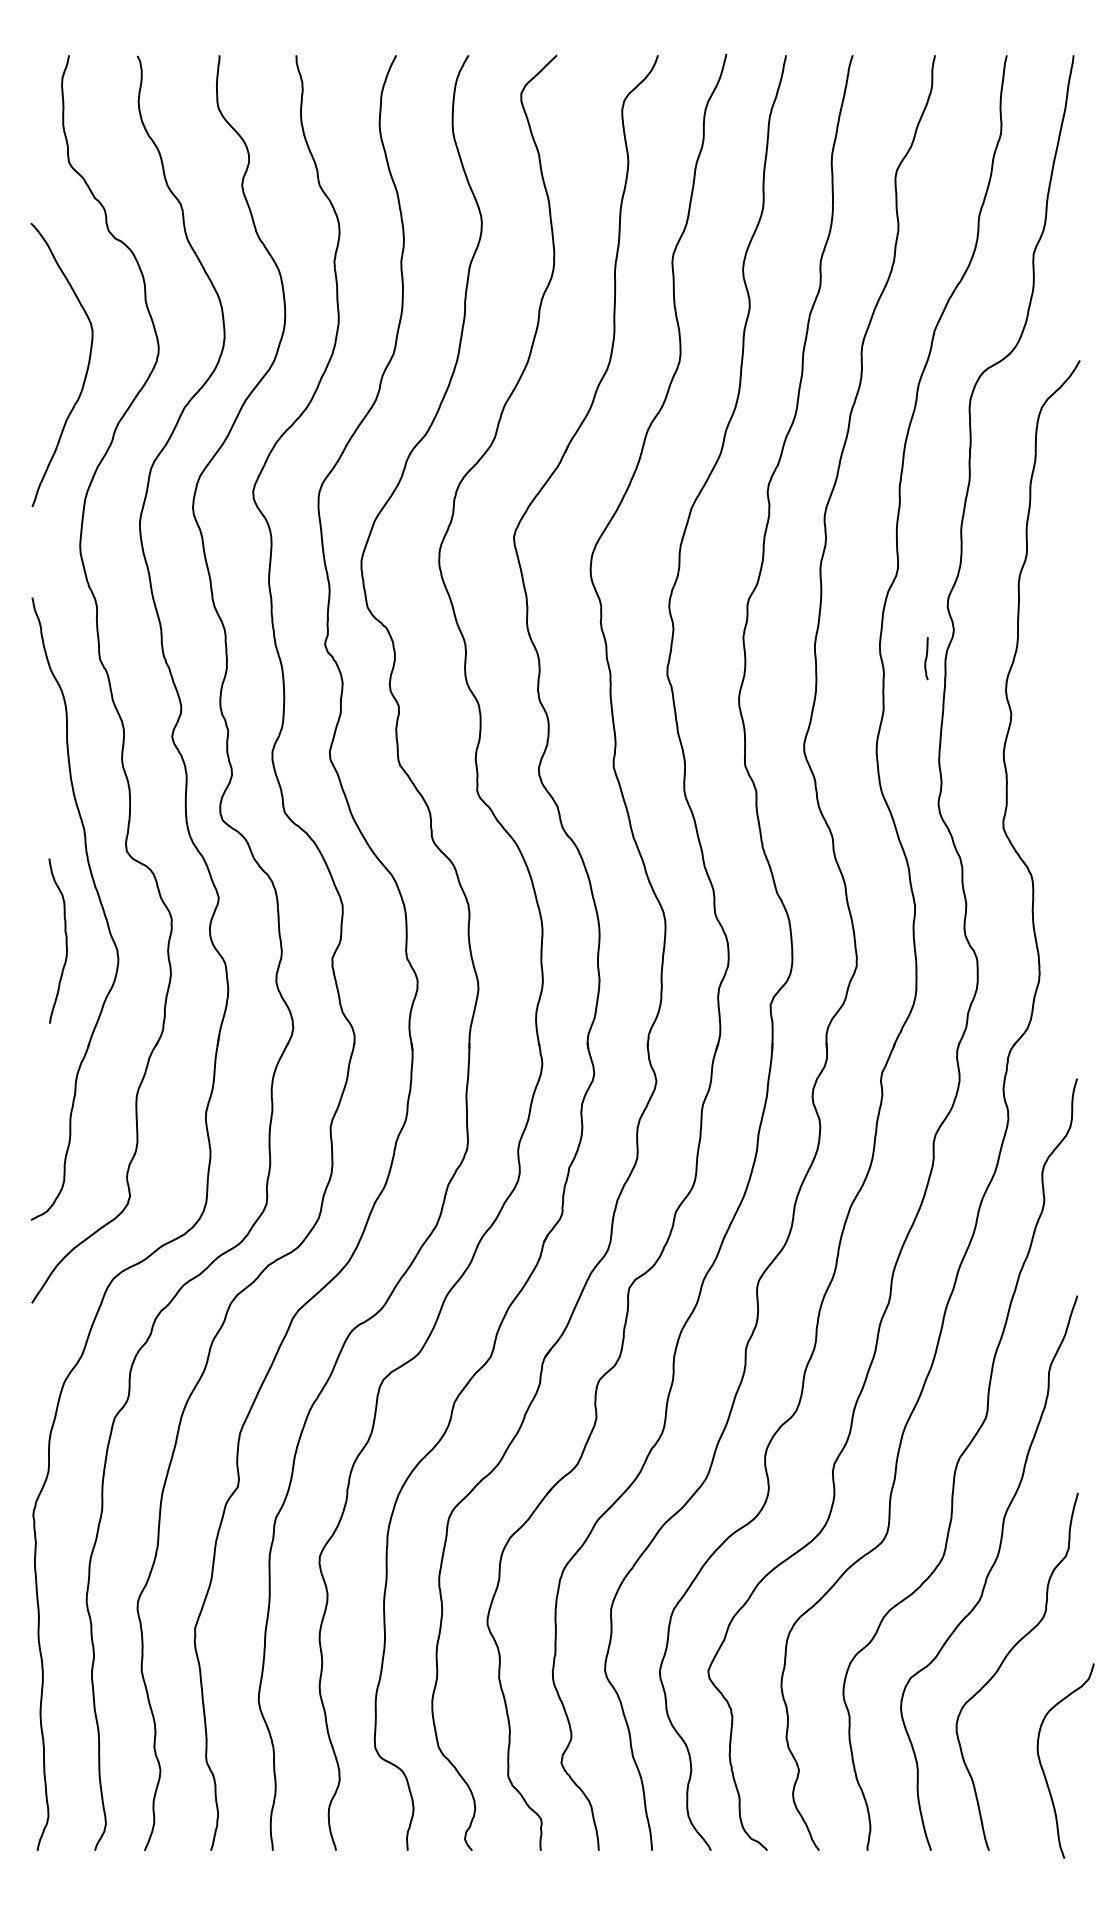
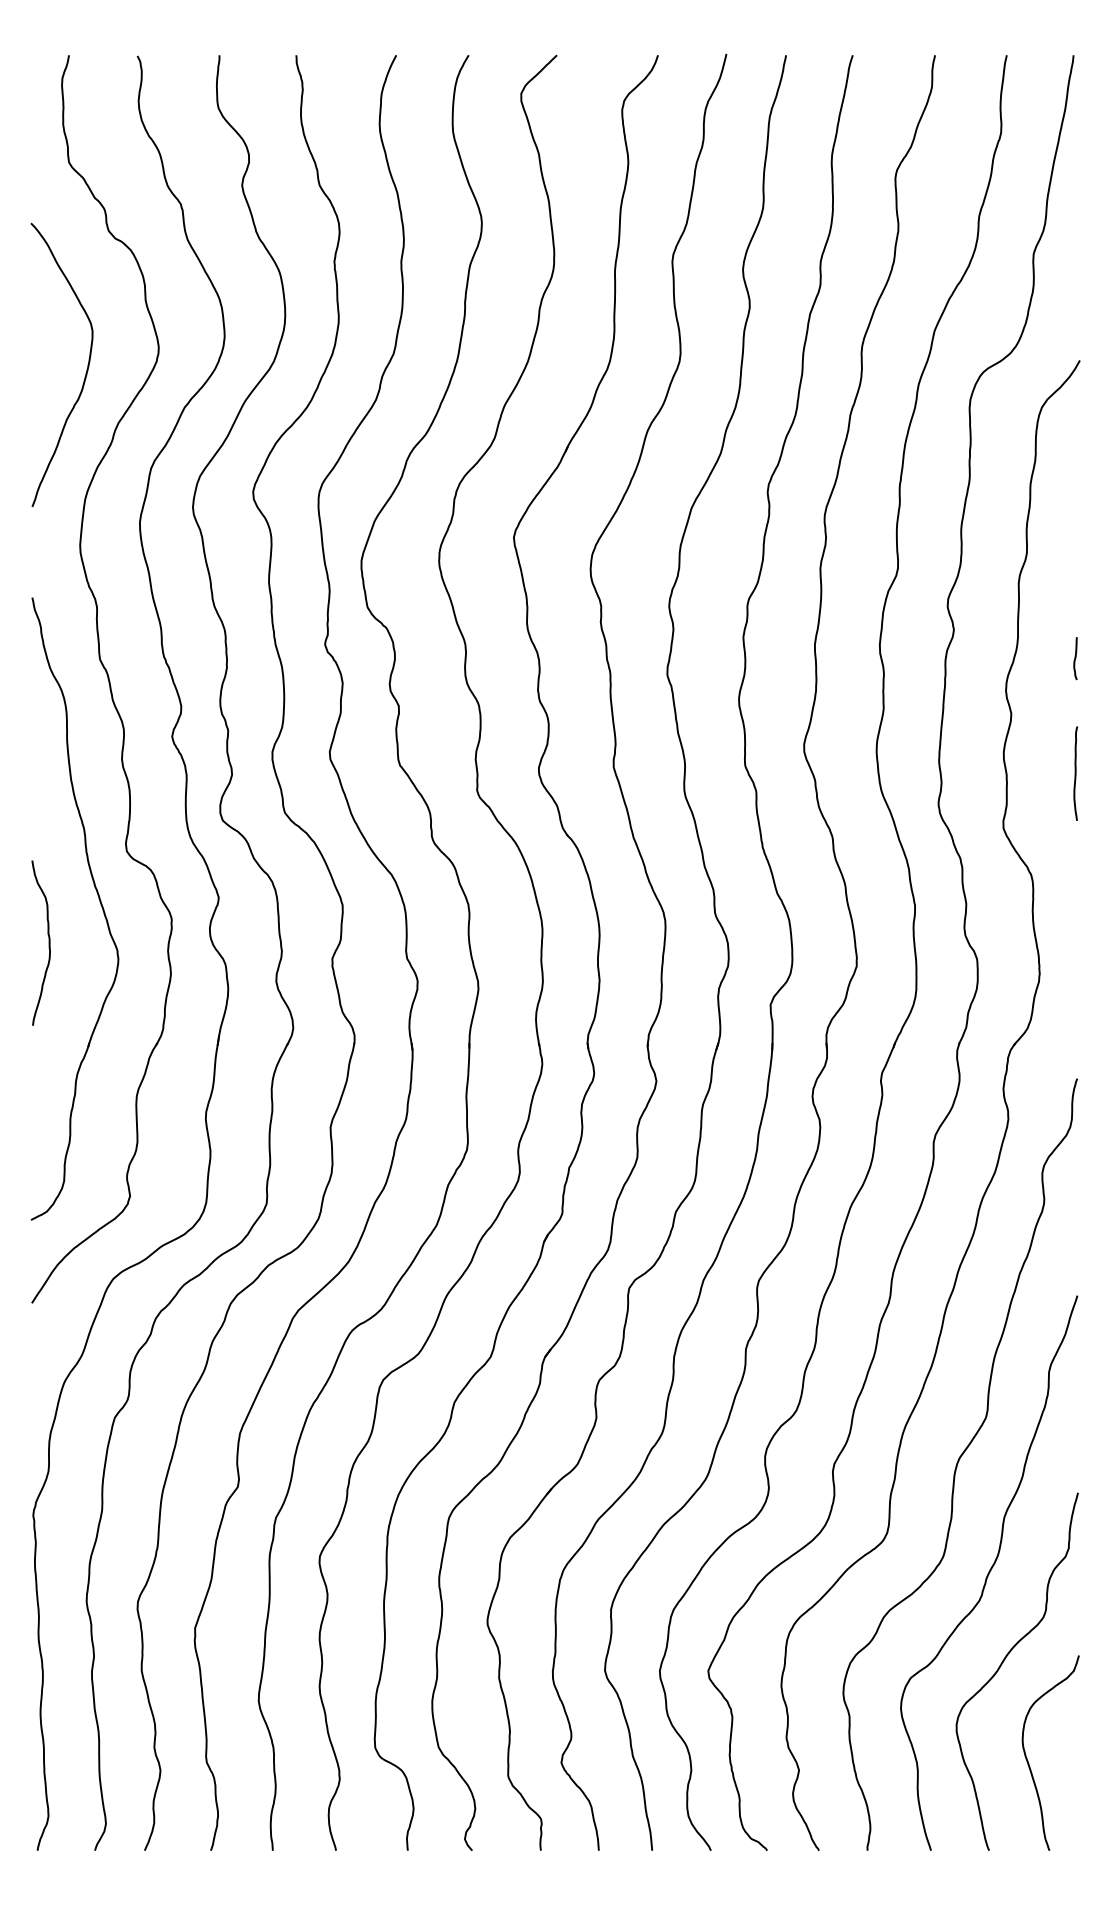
curve at (926, 658) position: (926, 658) -> (1075, 658)
curve at (1075, 773): none -> present
curve at (65, 940) position: (65, 940) -> (48, 942)
curve at (1043, 1768) position: (1043, 1768) -> (1028, 1760)
